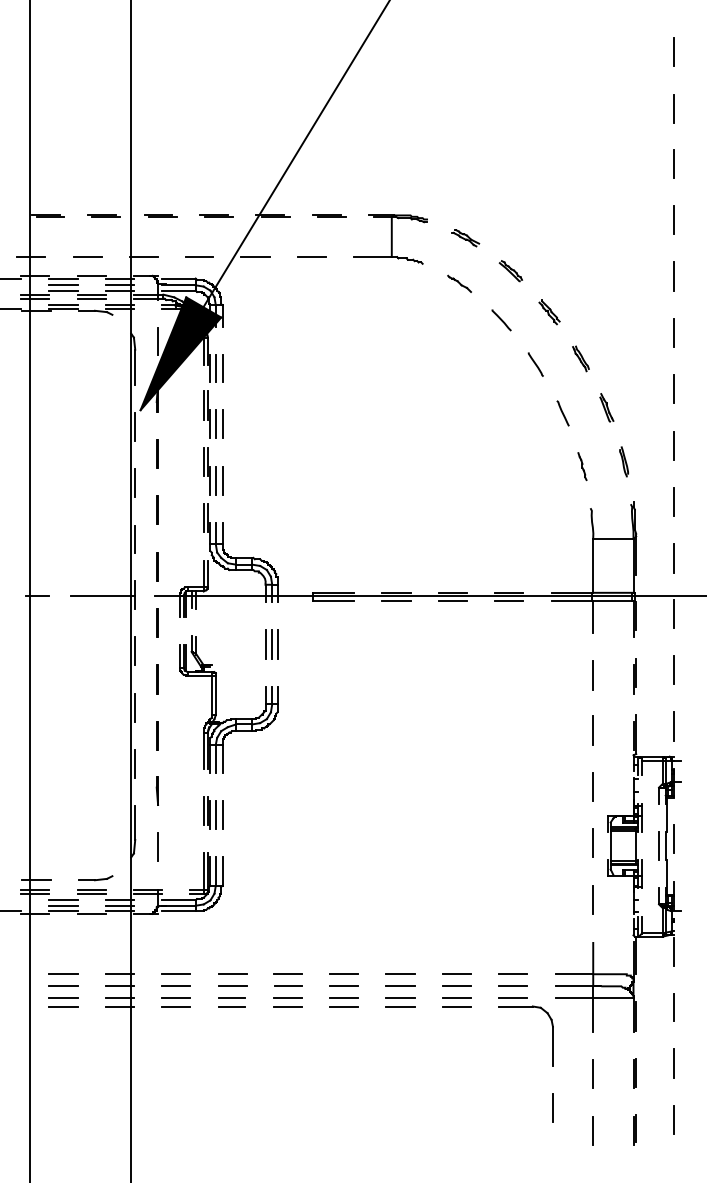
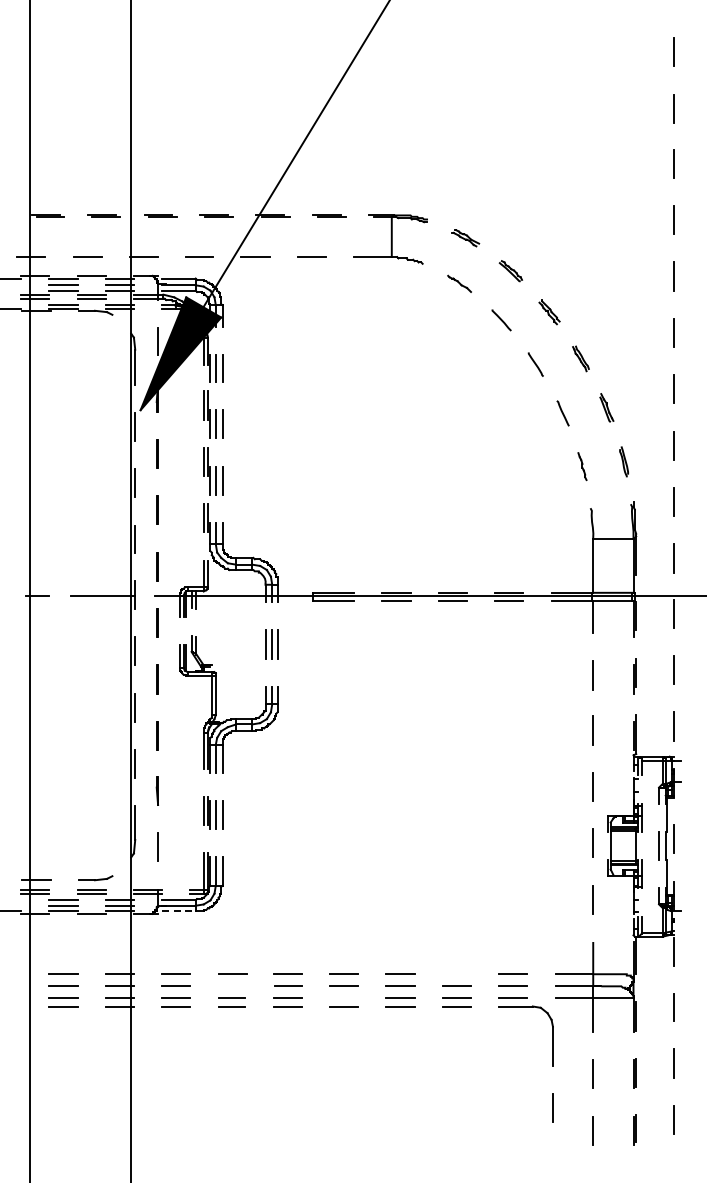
line at (178, 911): solid -> dashed
line at (456, 974): present -> none
line at (232, 985): present -> none
line at (343, 998): present -> none
